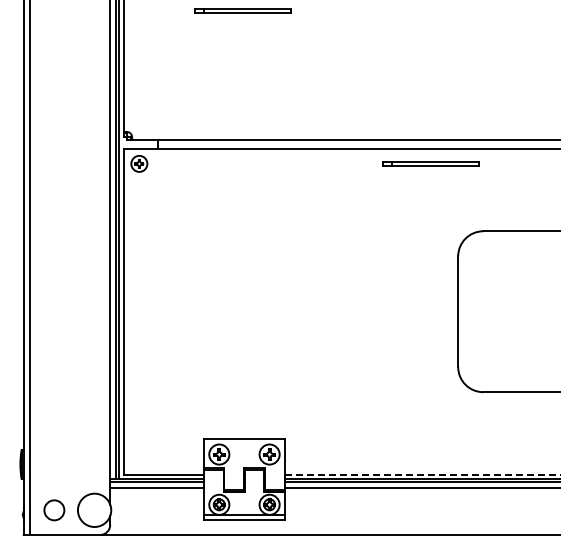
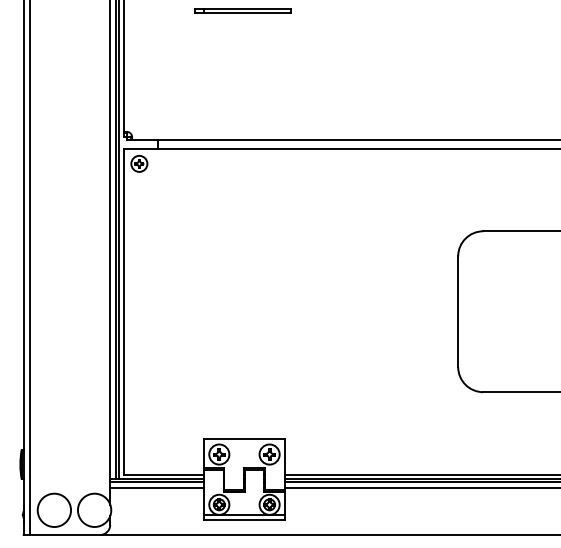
part at (430, 163): present -> none
line at (422, 474): dashed -> solid
circle at (54, 510) diameter: 20 px -> 33 px
